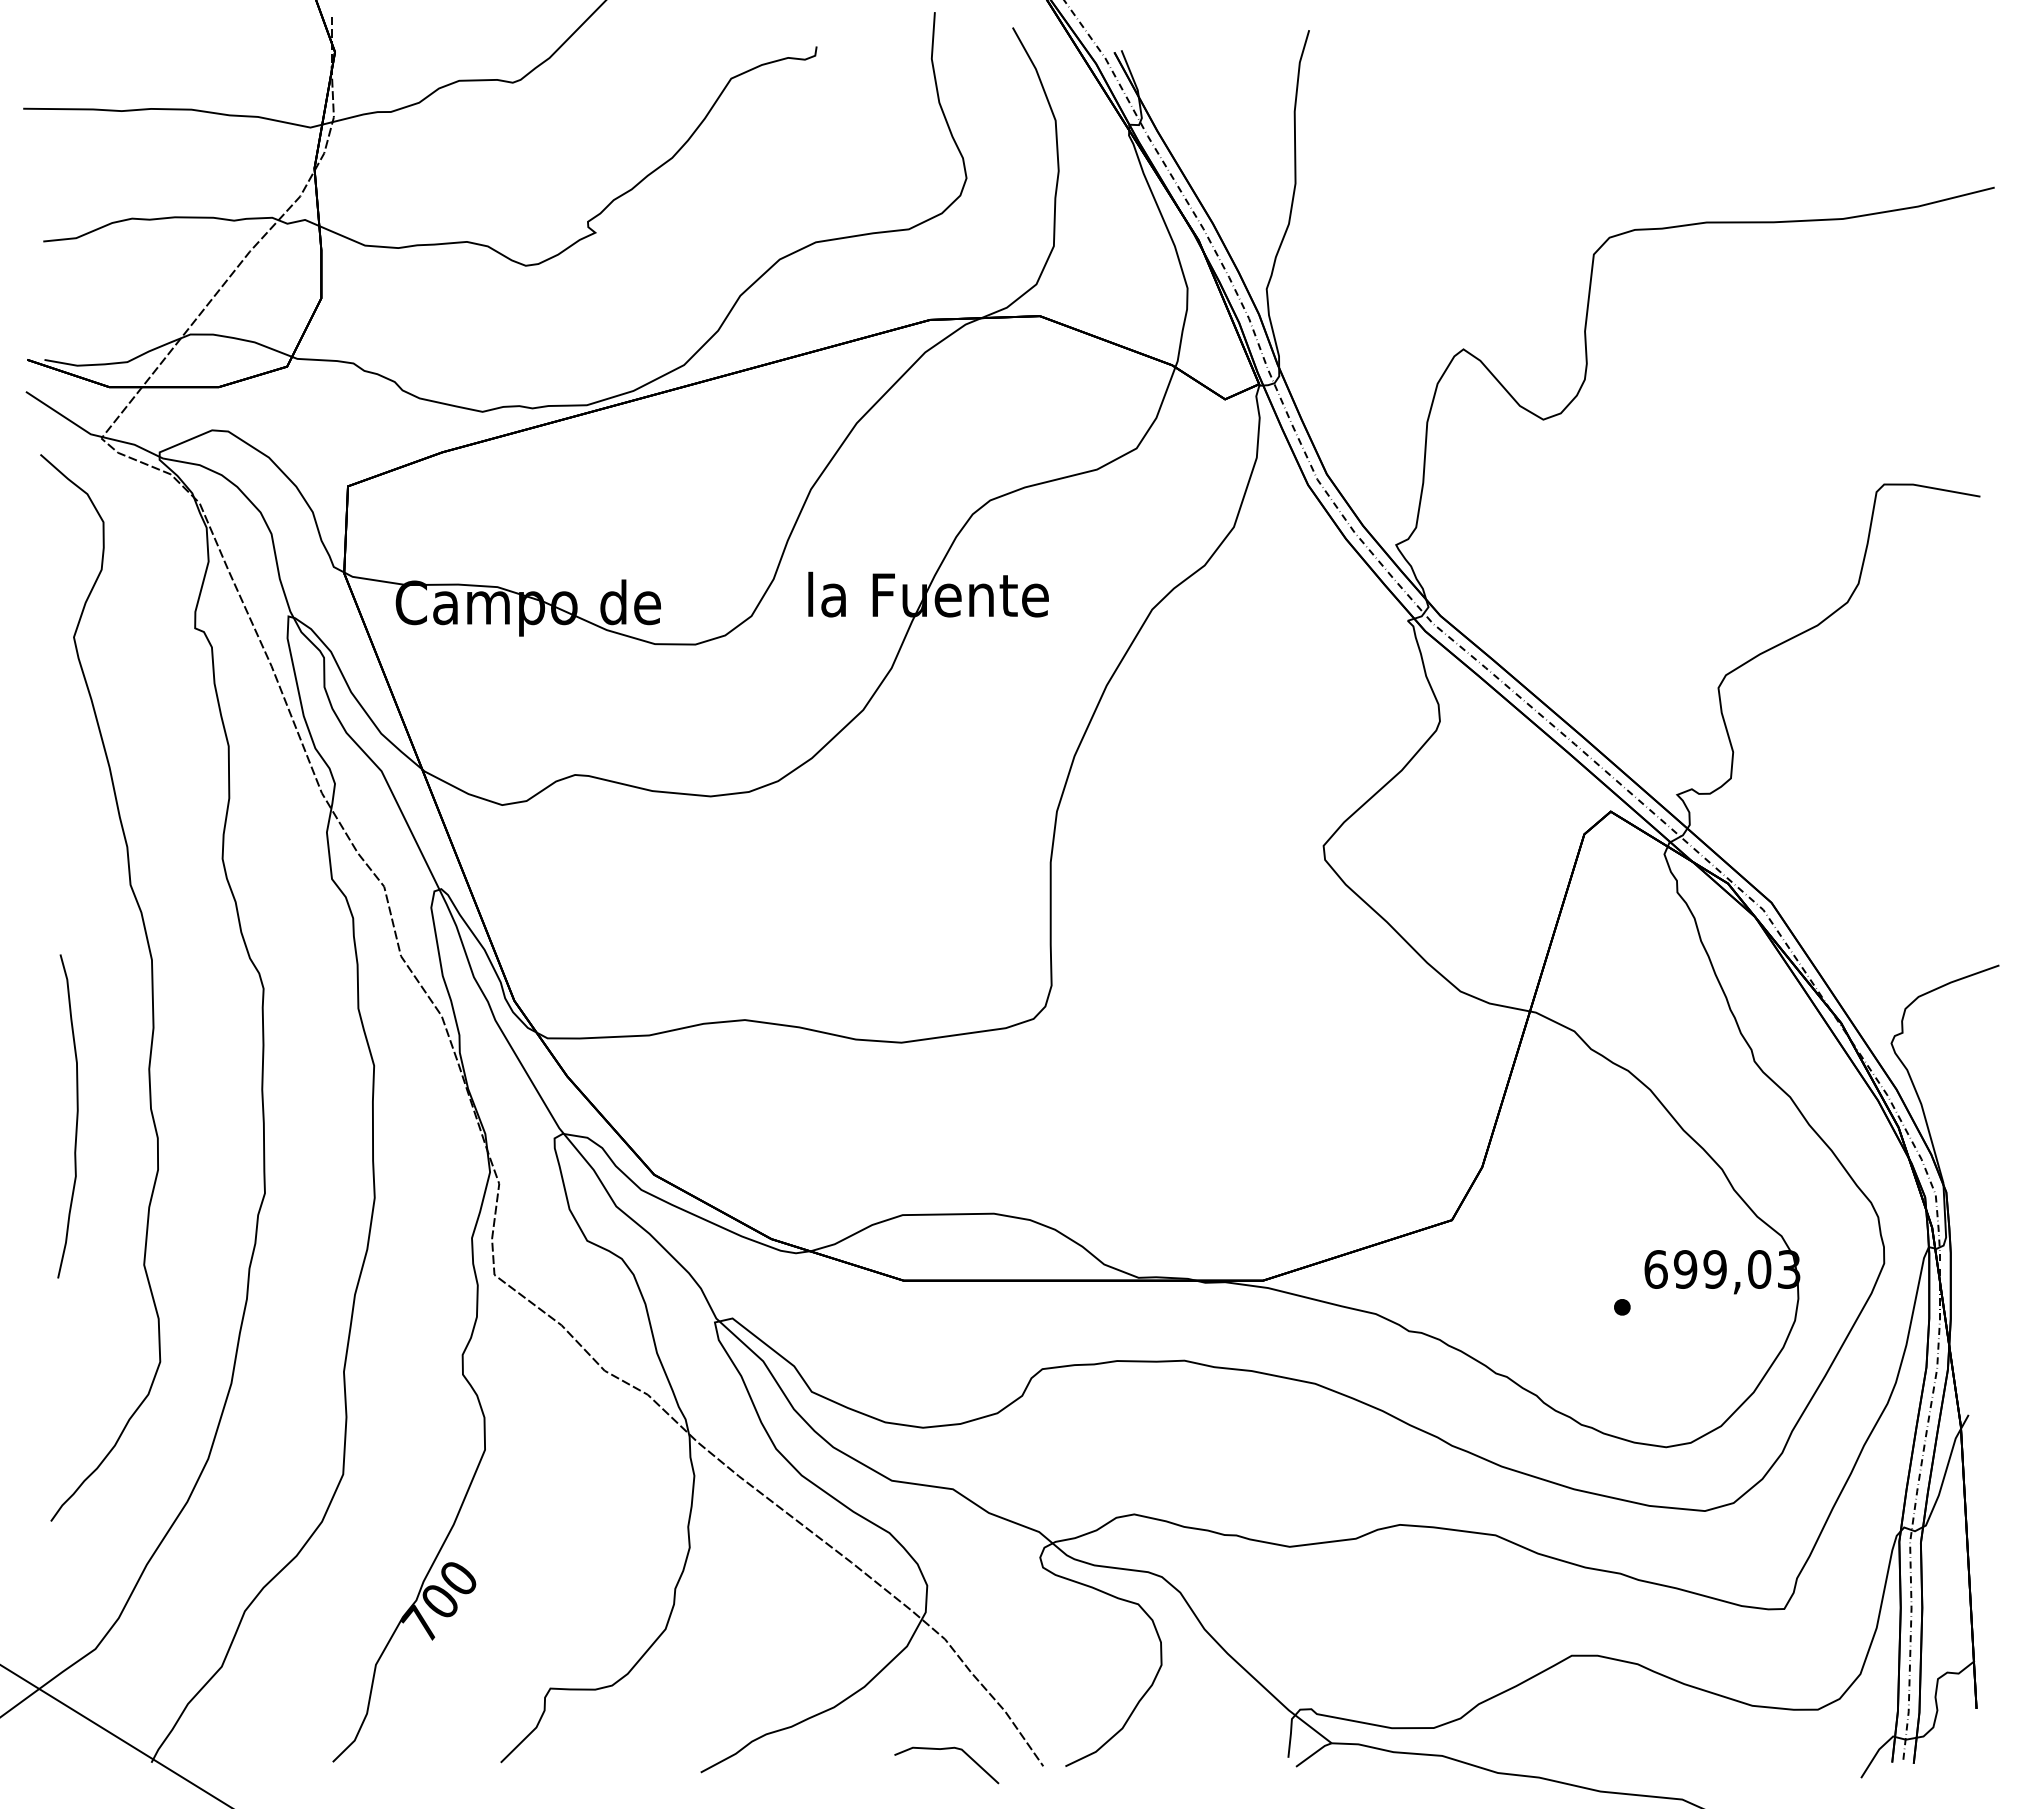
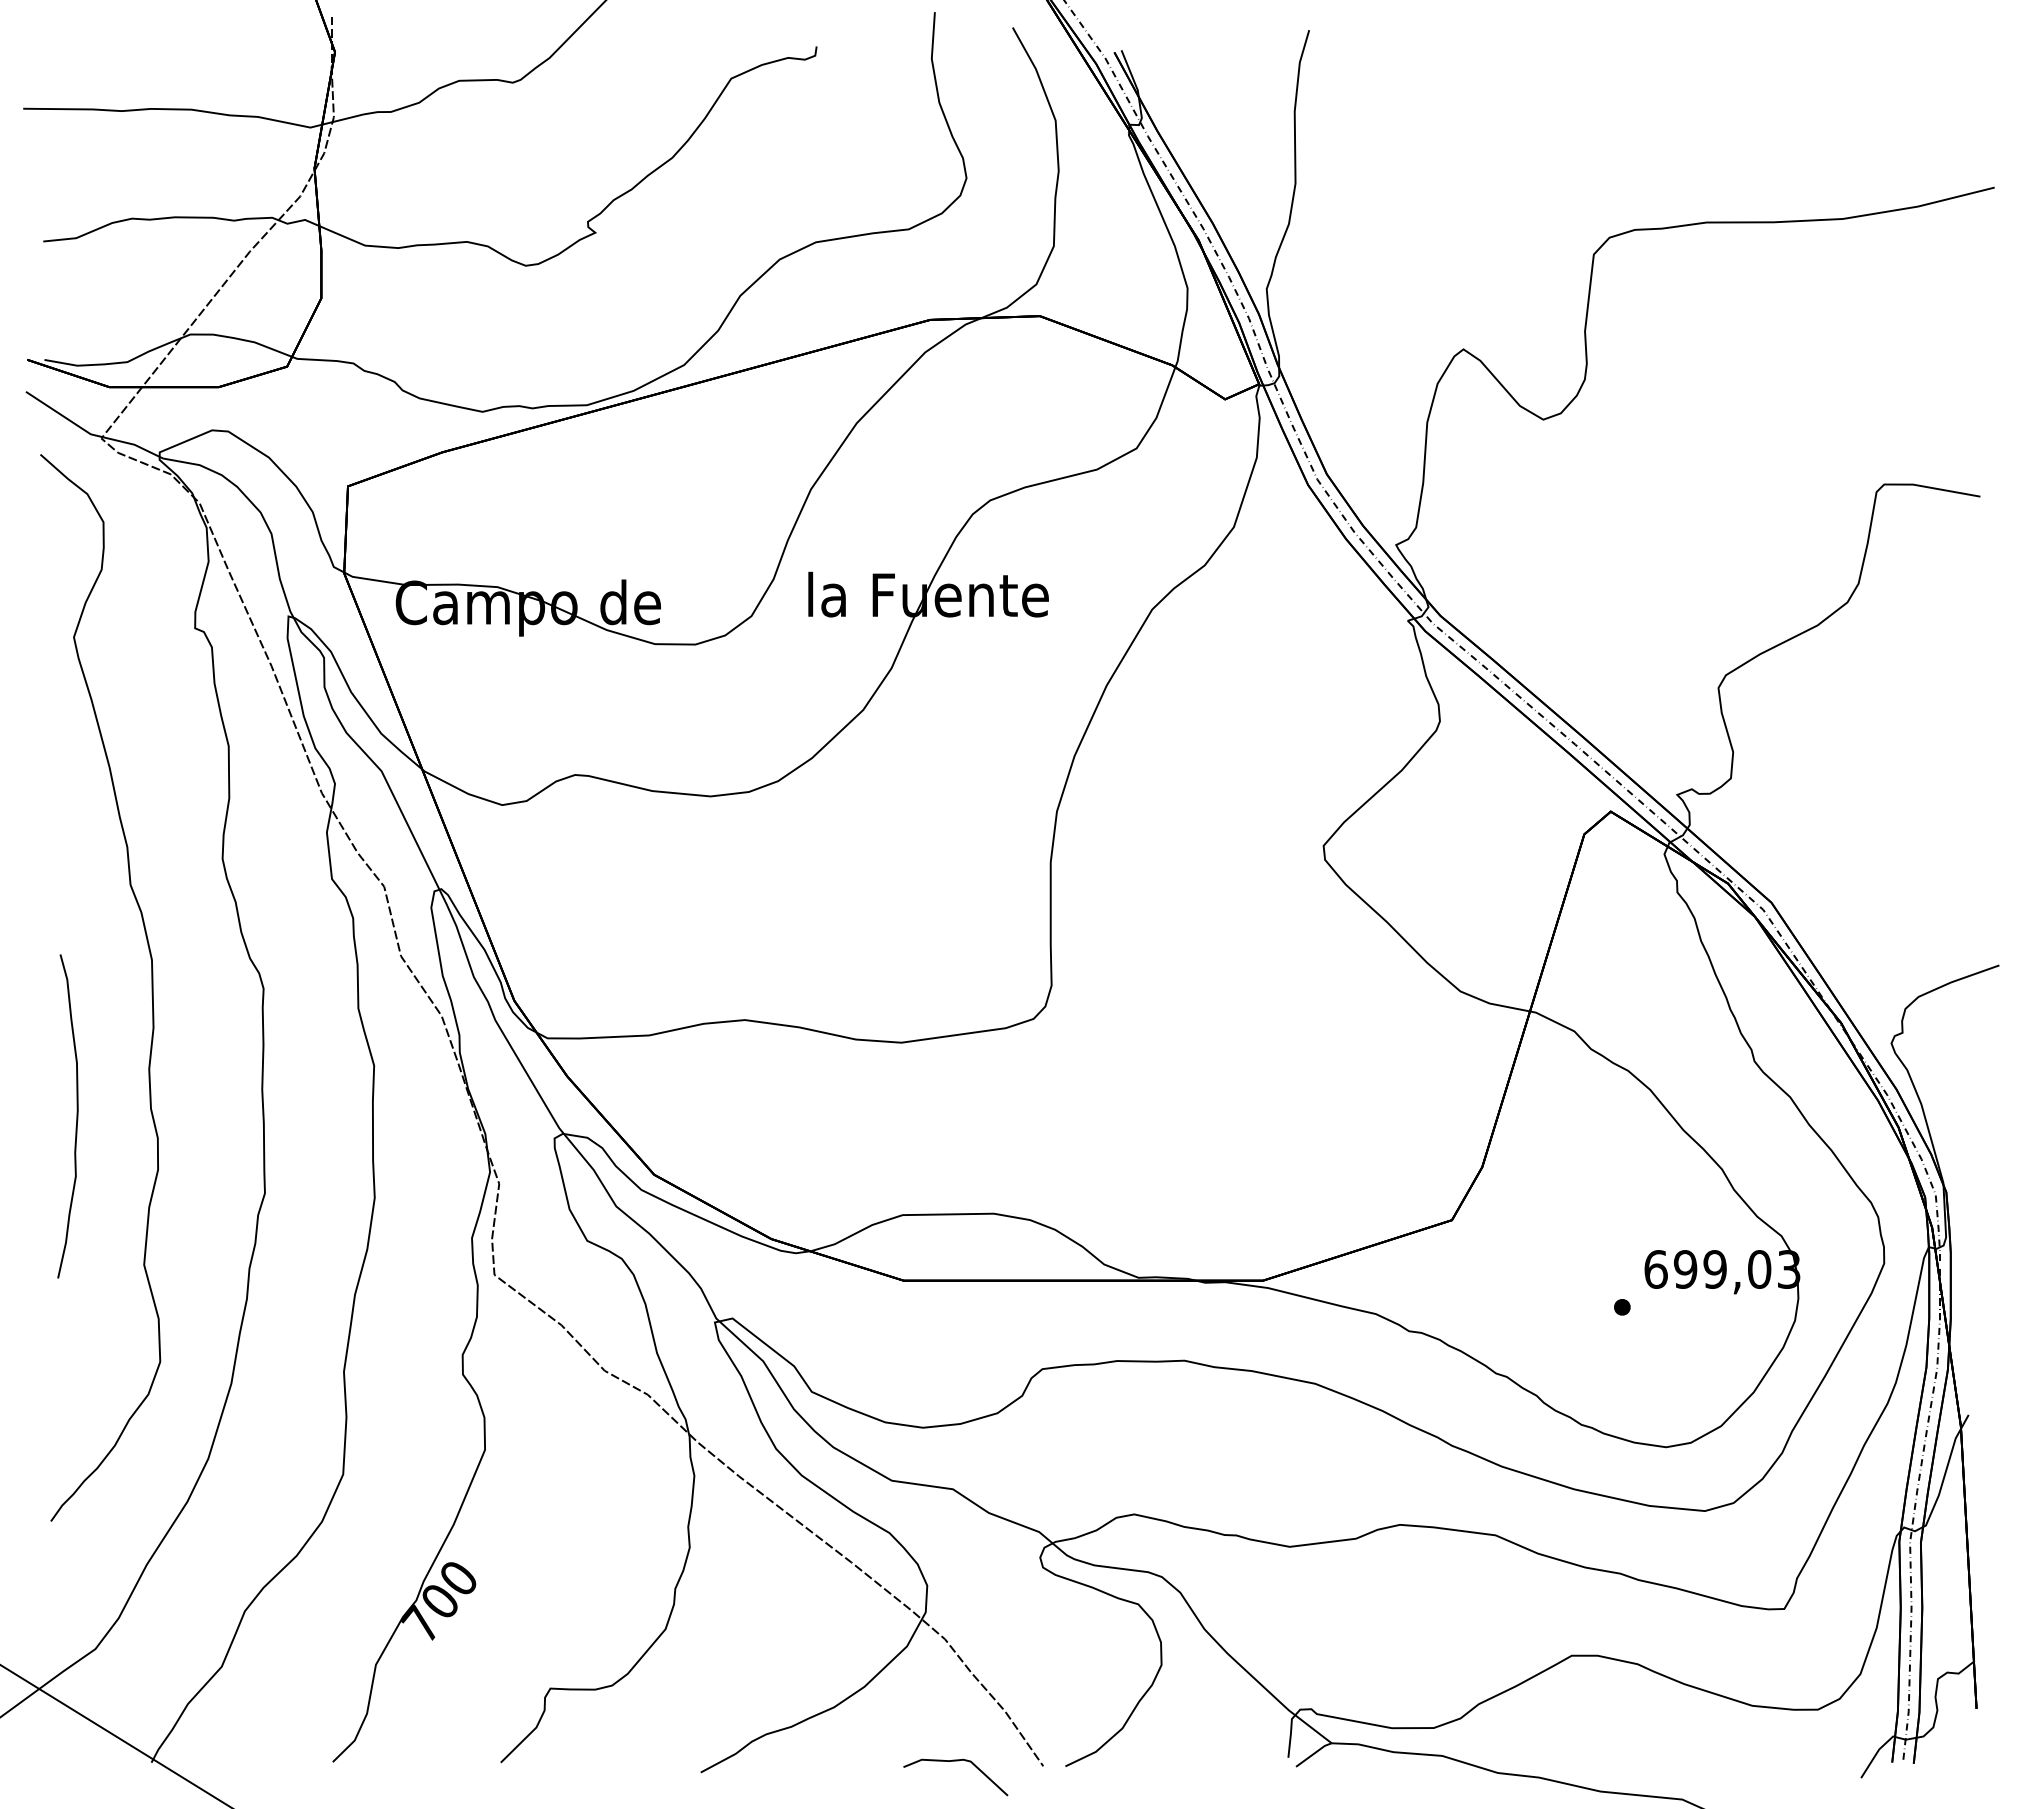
curve at (946, 1749) position: (946, 1749) -> (955, 1761)
